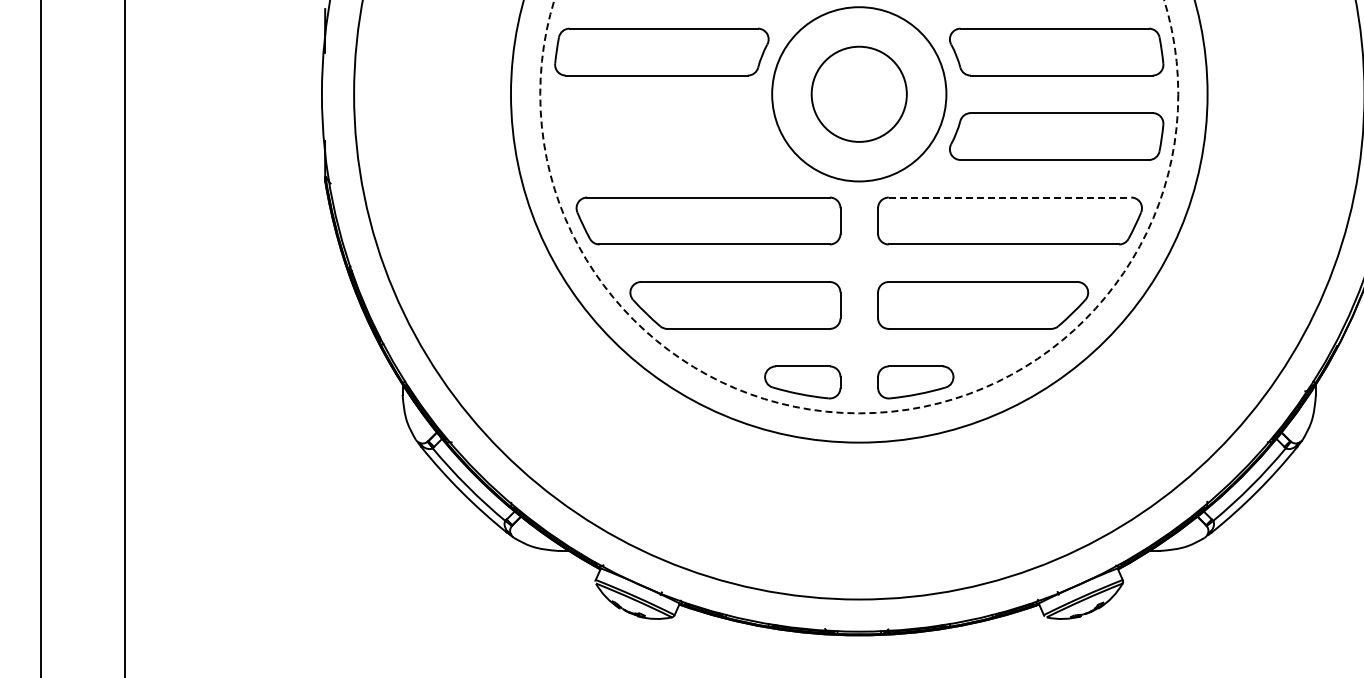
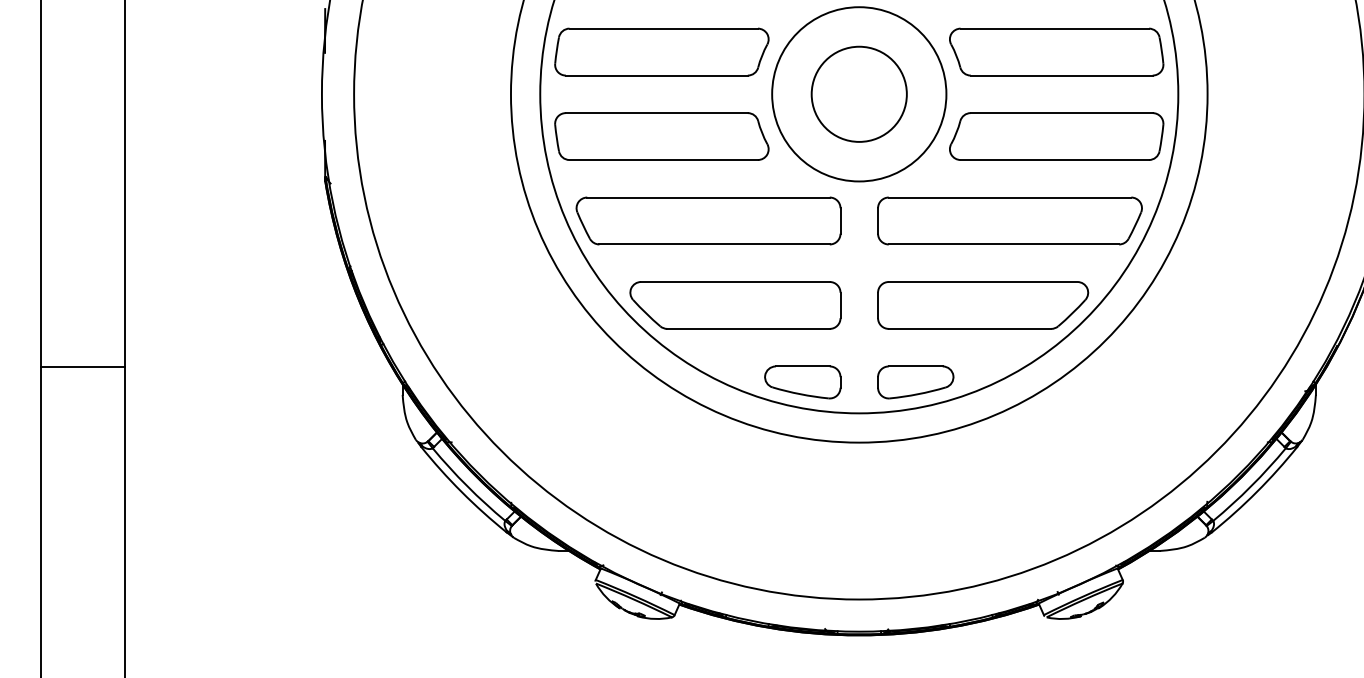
part at (661, 136): none -> present
line at (1010, 197): dashed -> solid
circle at (859, 206): dashed -> solid
line at (82, 366): none -> present
